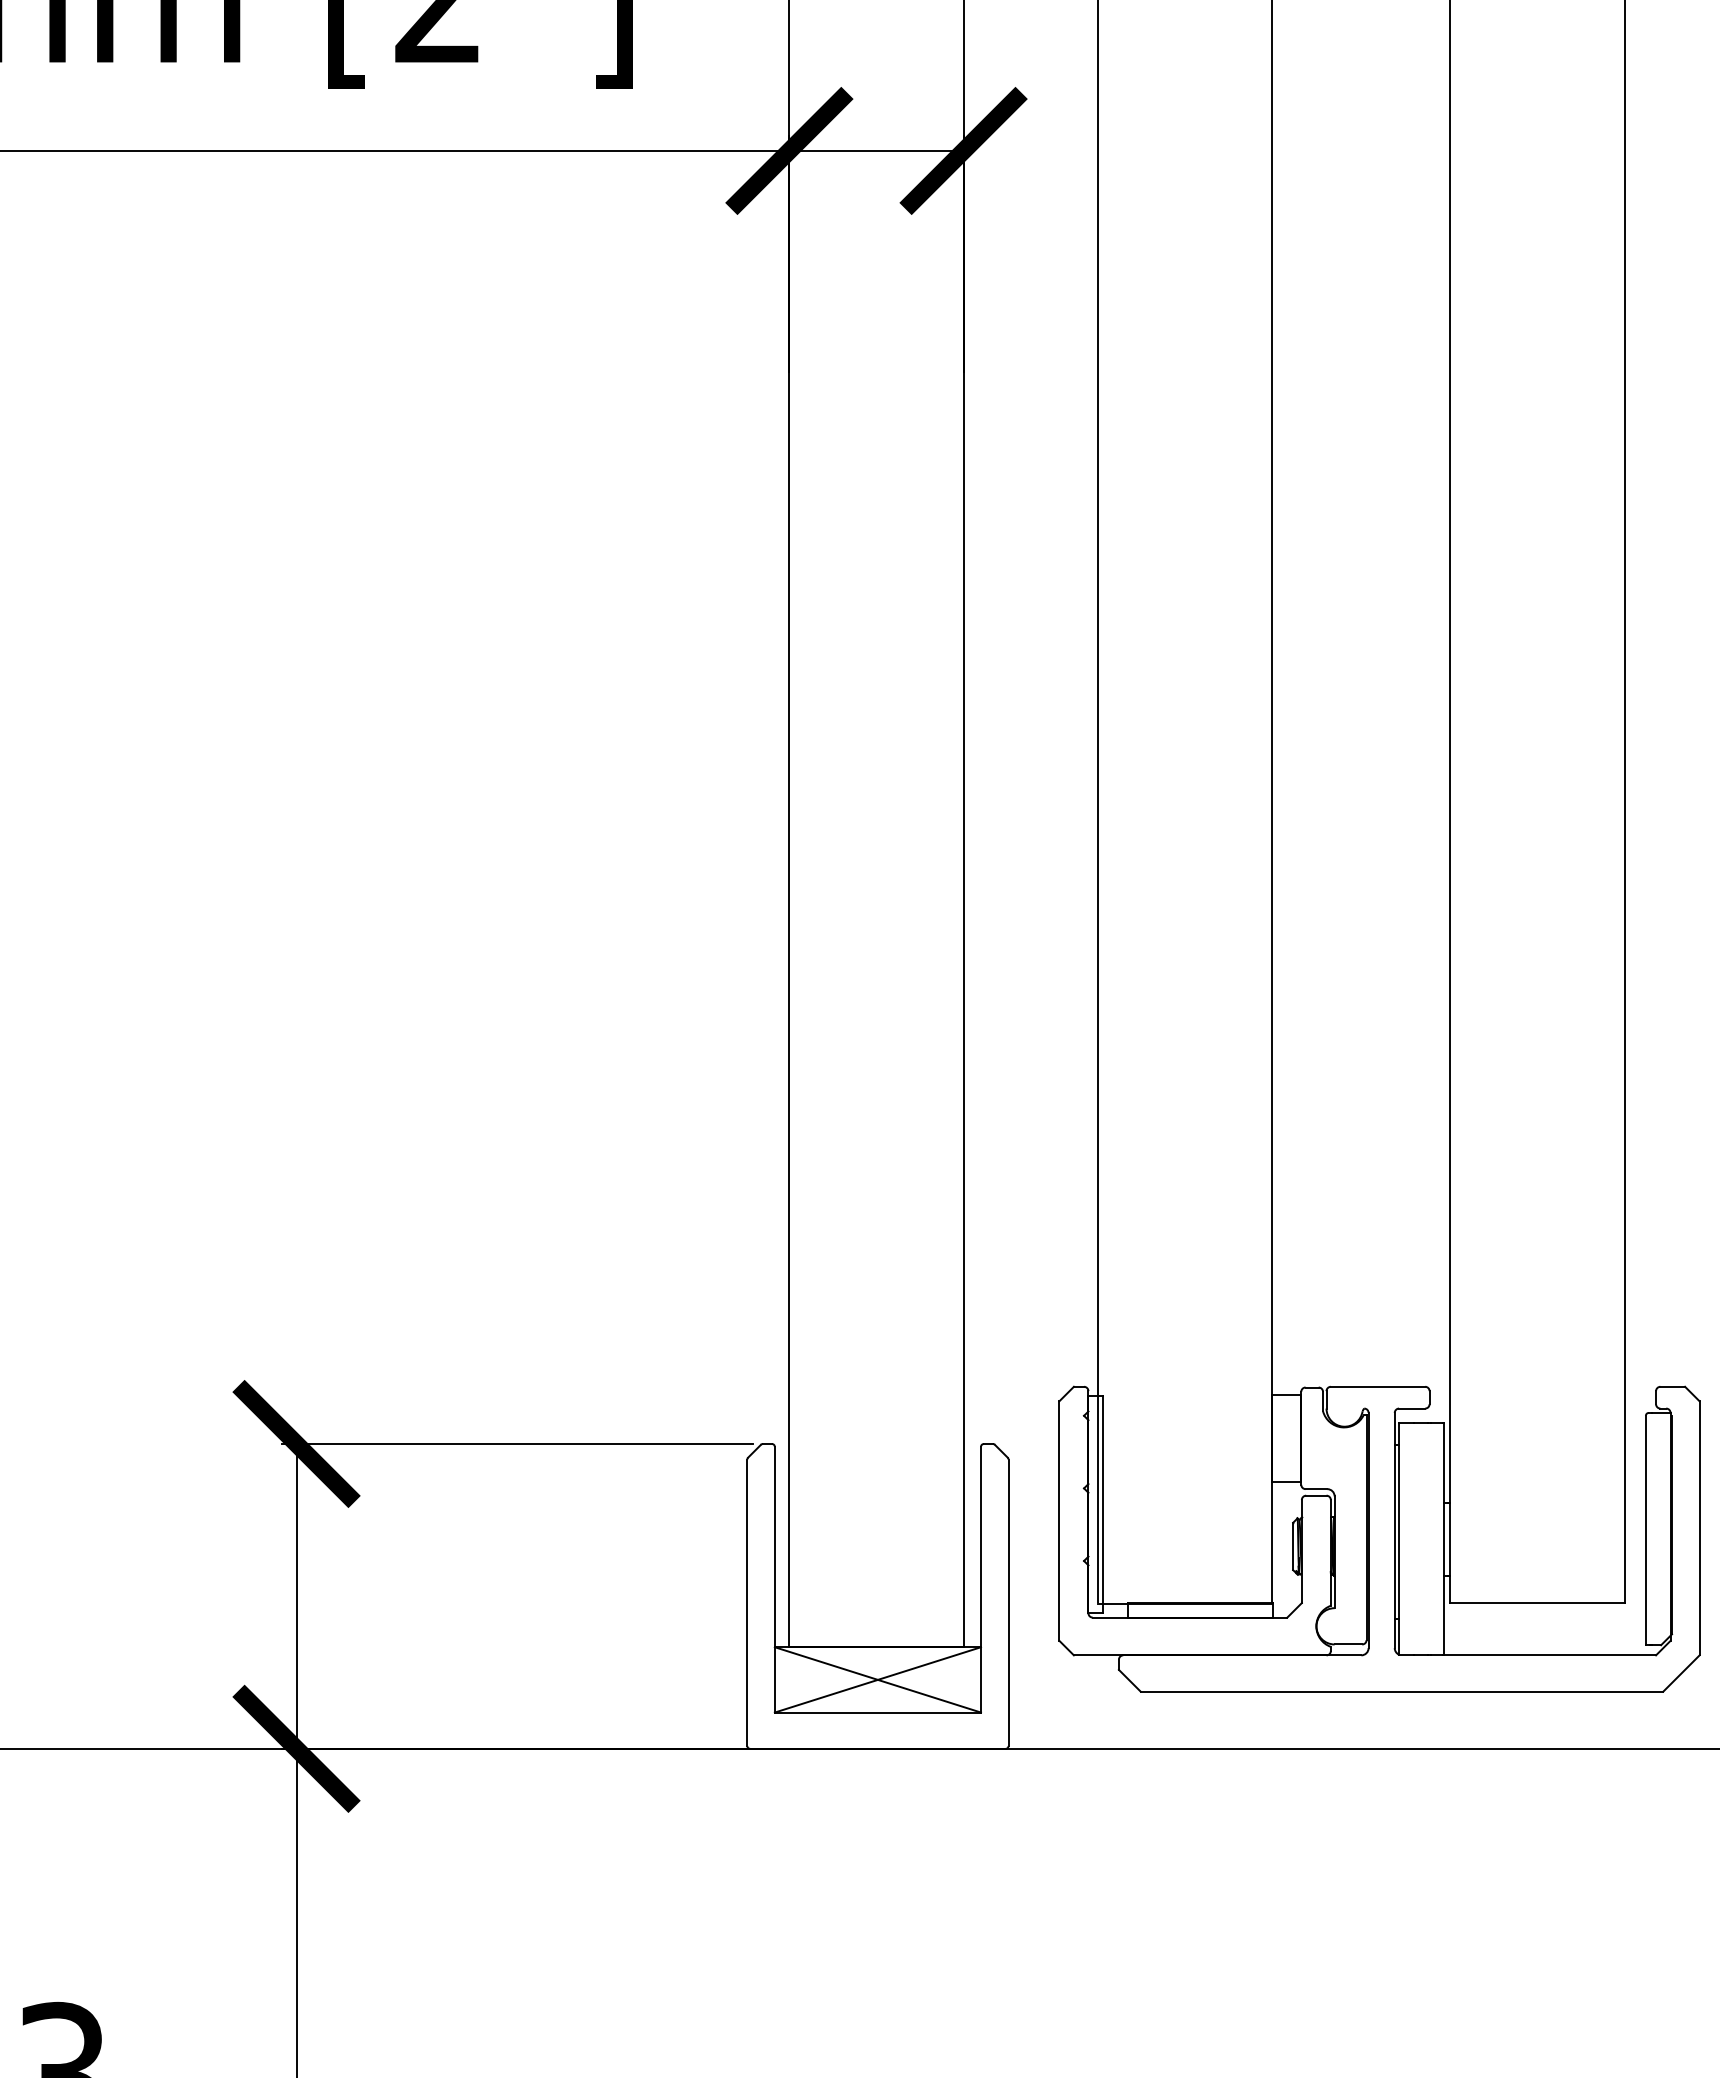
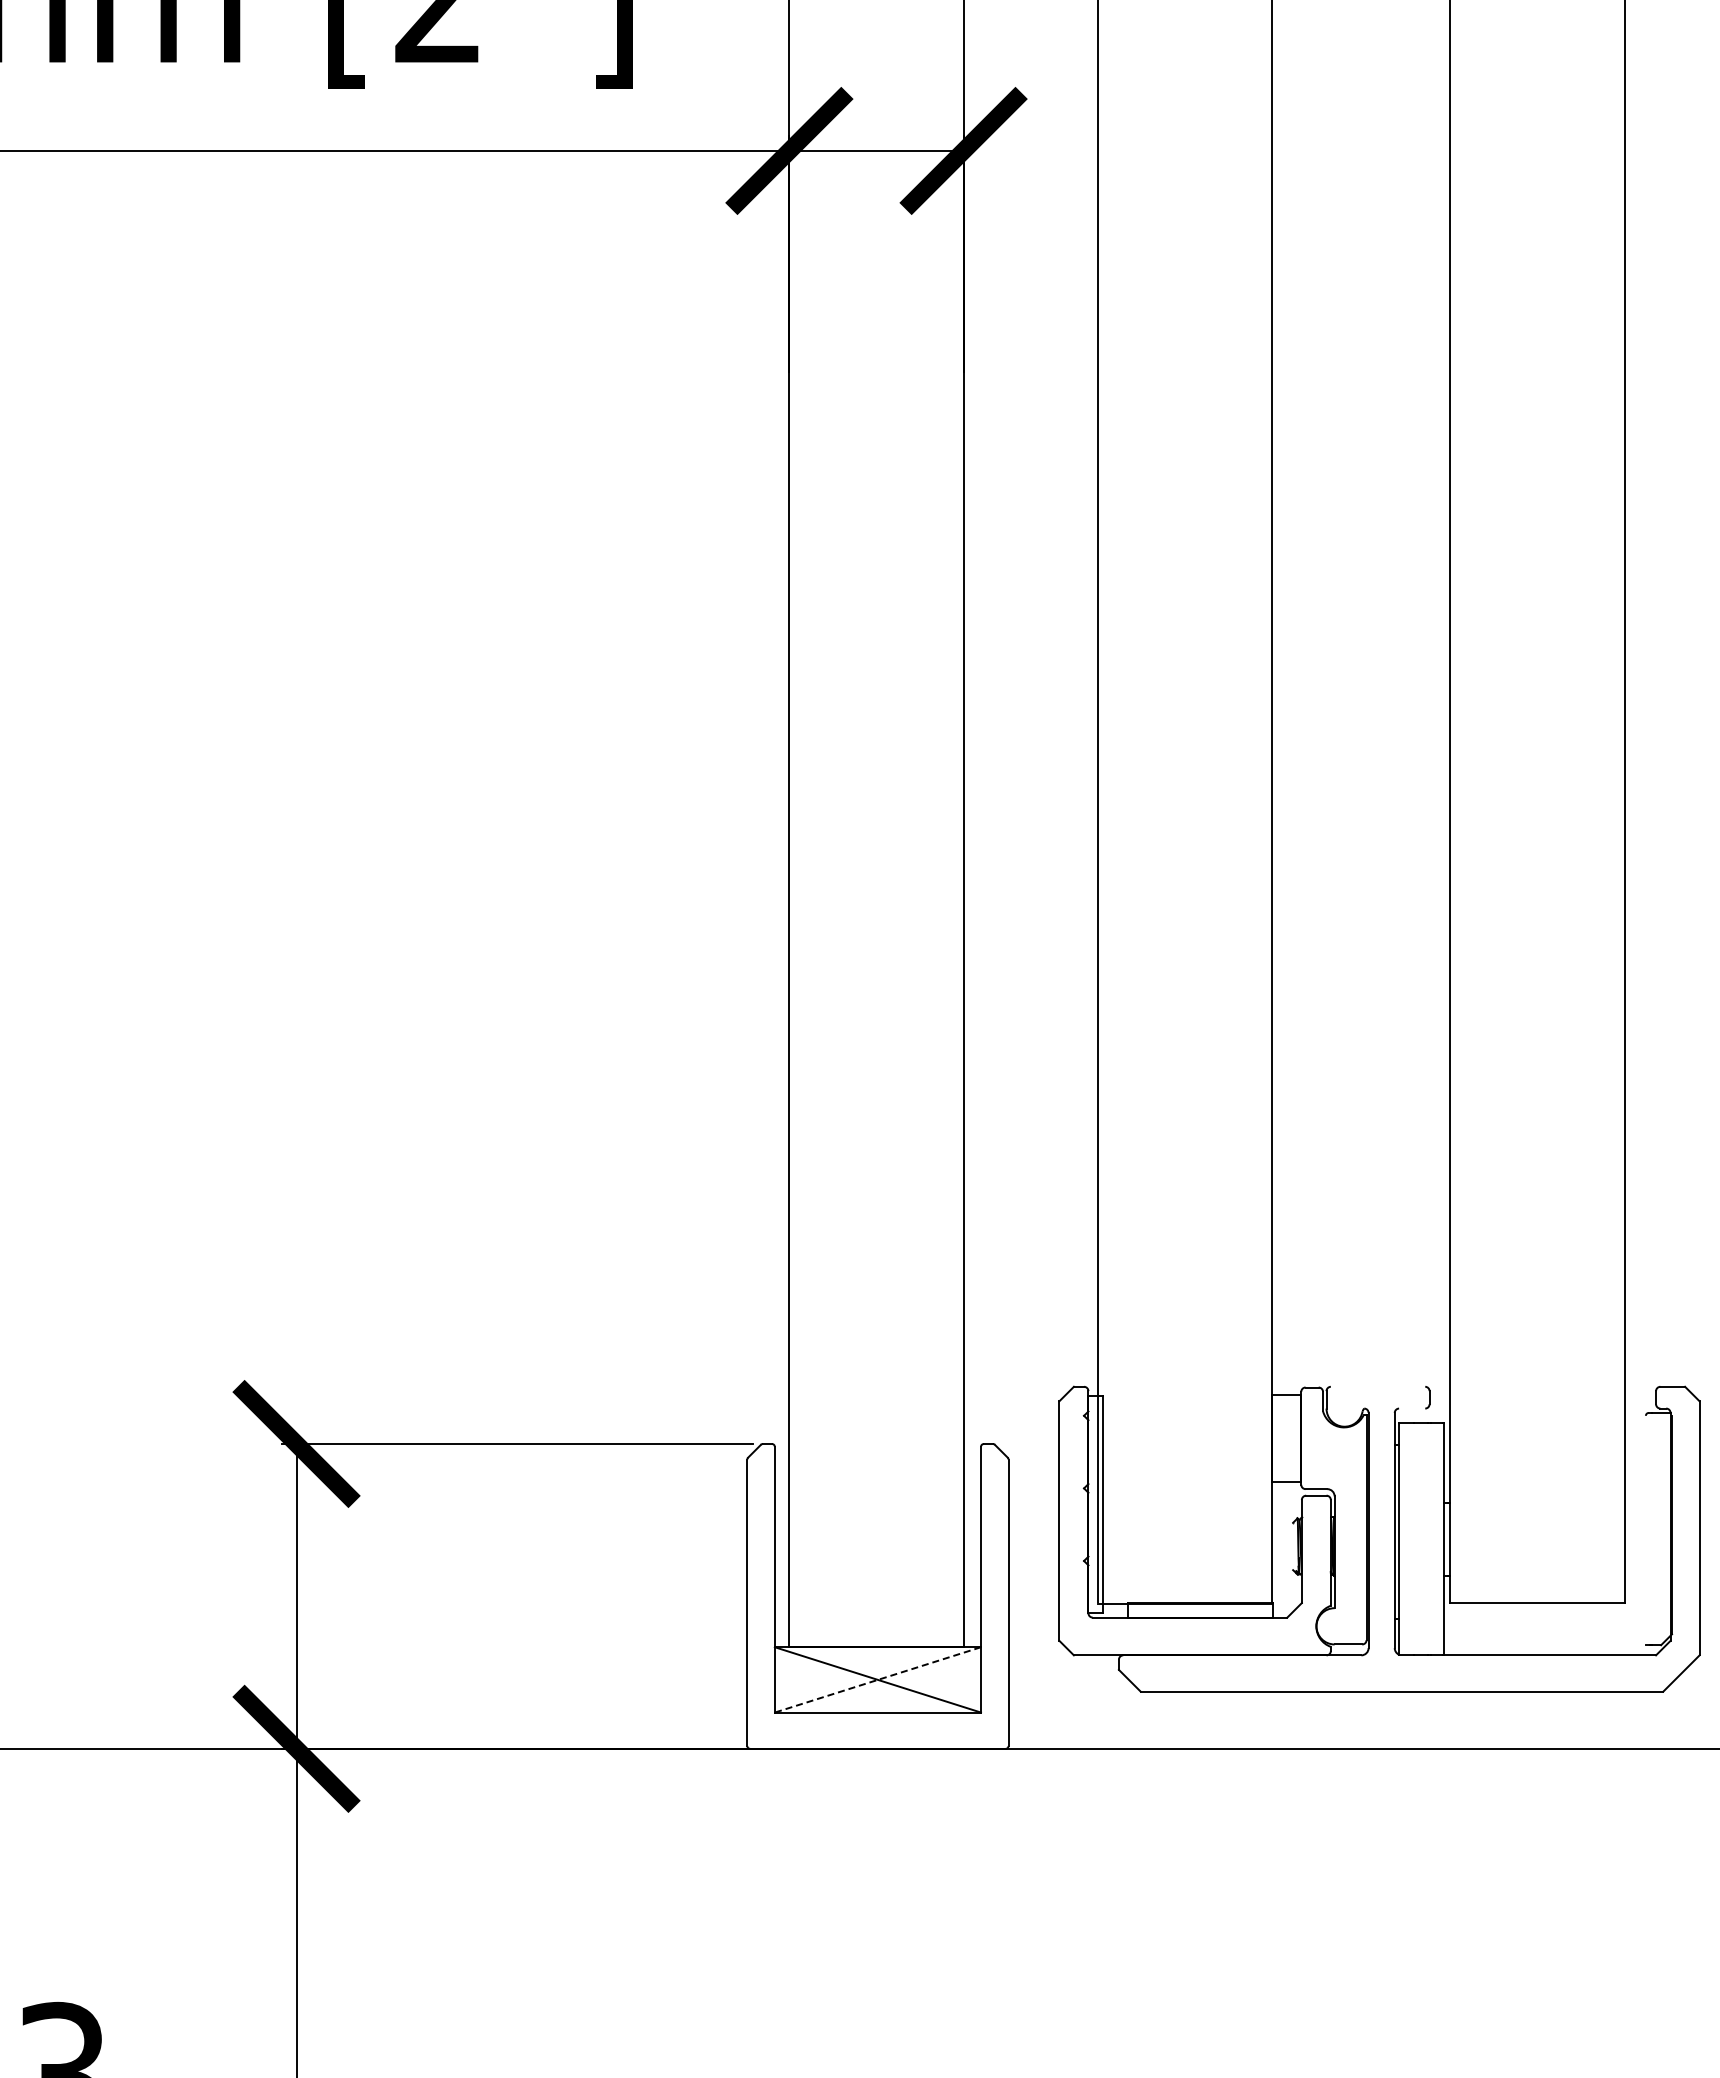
line at (1377, 1386): present -> none
line at (1412, 1408): present -> none
line at (1645, 1530): present -> none
line at (1293, 1546): present -> none
line at (877, 1680): solid -> dashed
